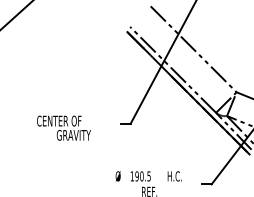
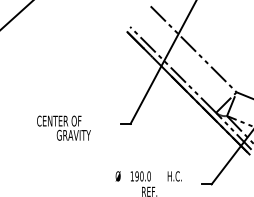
text at (148, 176): 190.5 -> 190.0
